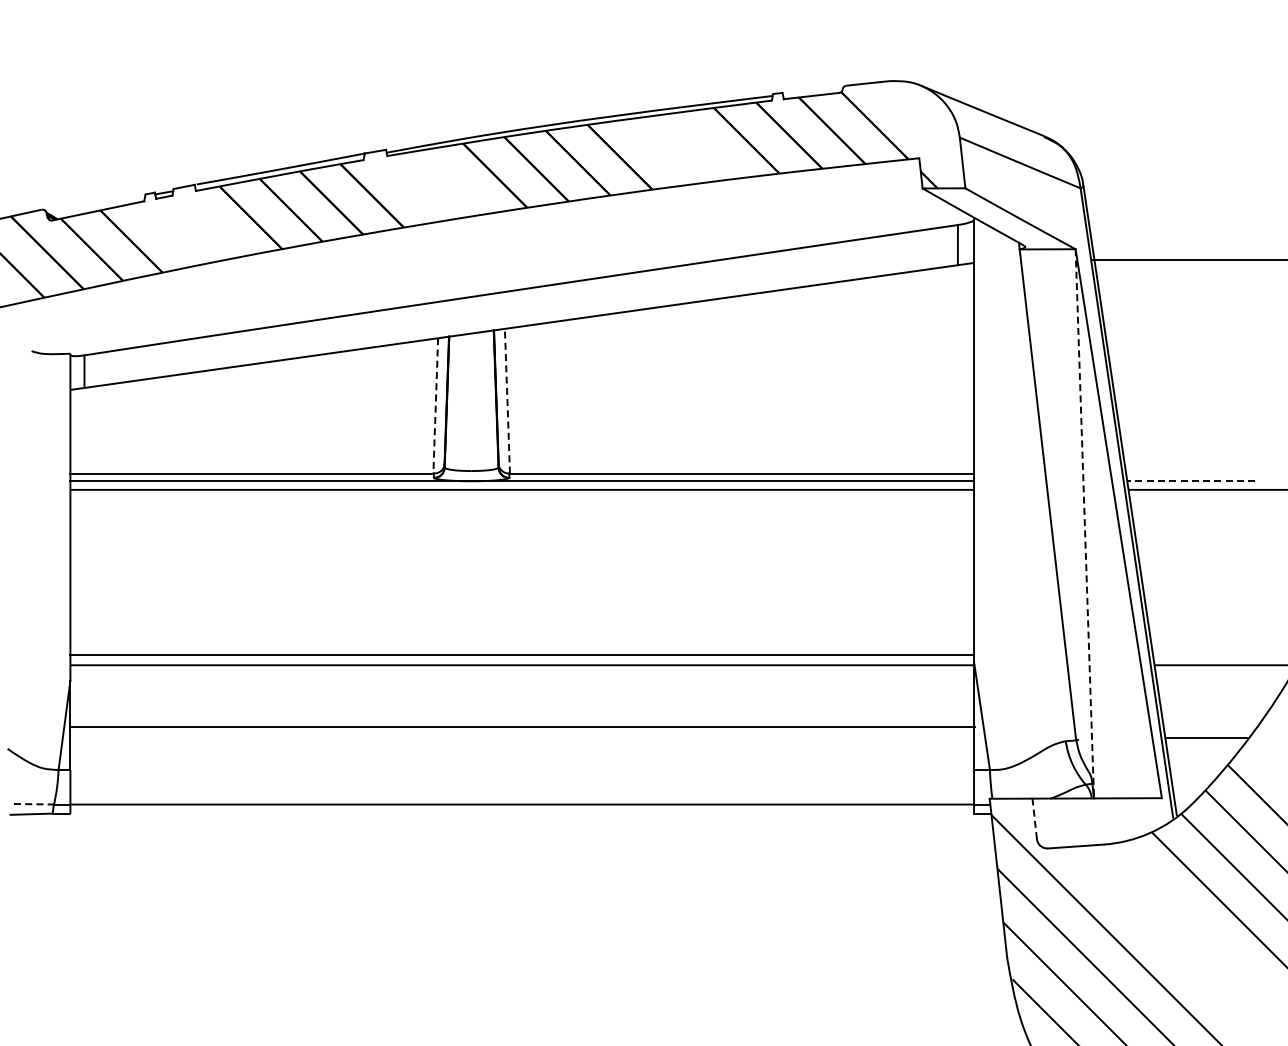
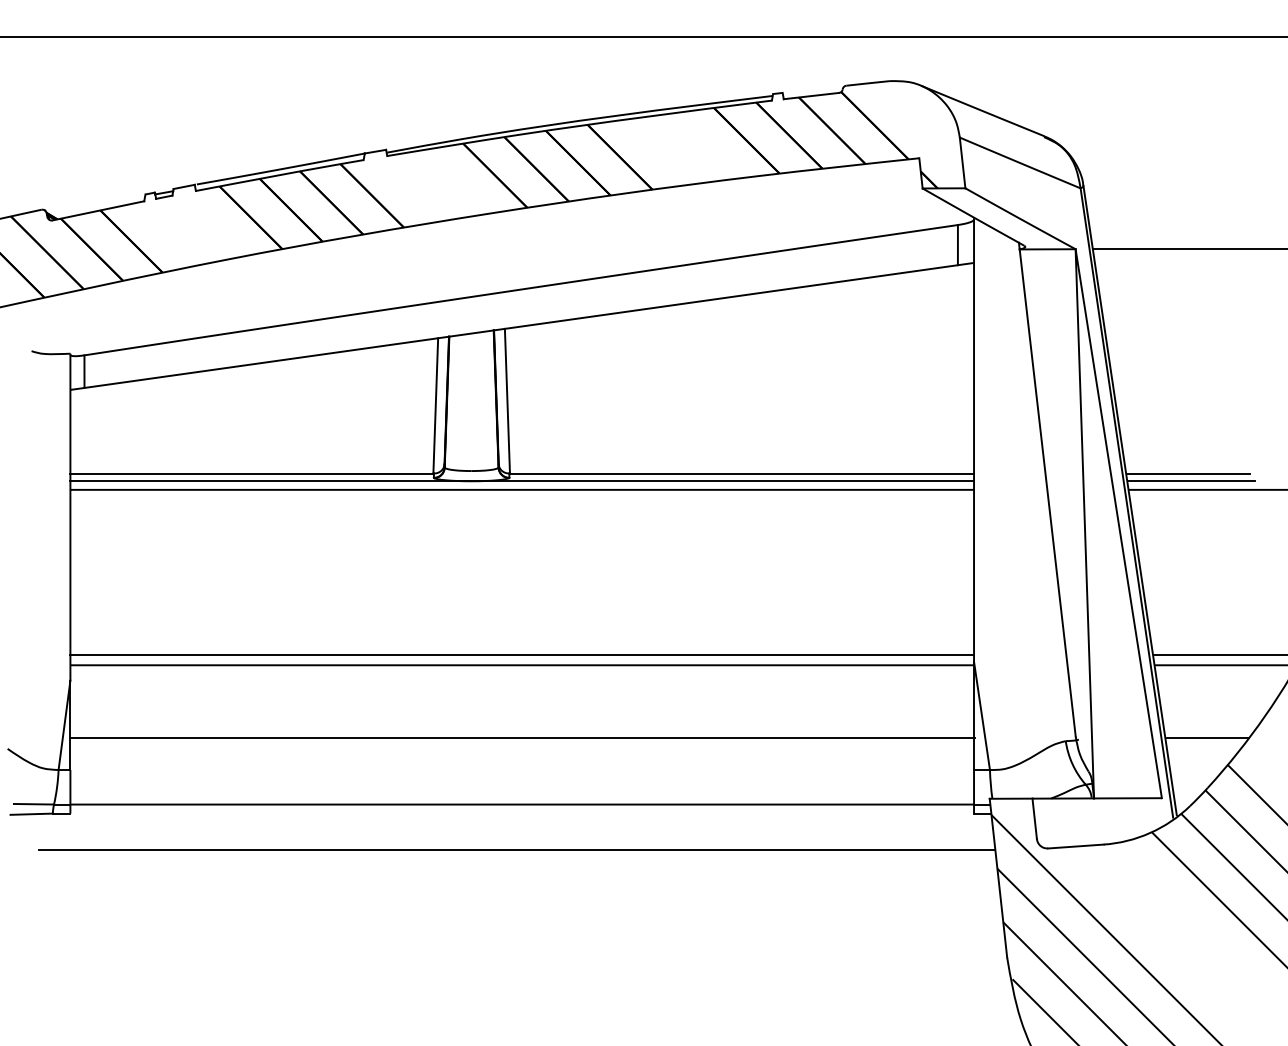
line at (643, 36): none -> present
line at (1188, 260) position: (1188, 260) -> (1188, 249)
line at (507, 400): dashed -> solid
line at (435, 405): dashed -> solid
line at (1187, 473): none -> present
line at (1191, 481): dashed -> solid
line at (1084, 523): dashed -> solid
line at (1218, 655): none -> present
line at (522, 727) position: (522, 727) -> (522, 738)
line at (34, 804): dashed -> solid
line at (1034, 818): dashed -> solid
line at (516, 850): none -> present
